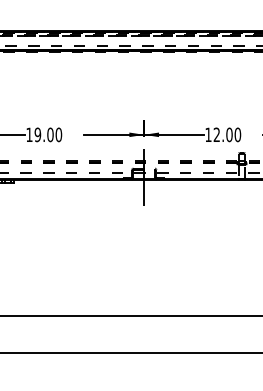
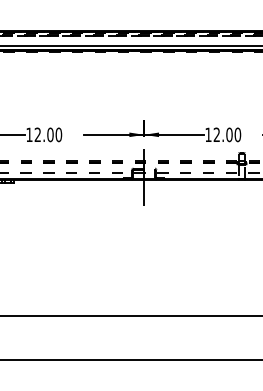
line at (131, 45): dashed -> solid
text at (37, 134): 19.00 -> 12.00
line at (130, 353) position: (130, 353) -> (130, 360)
